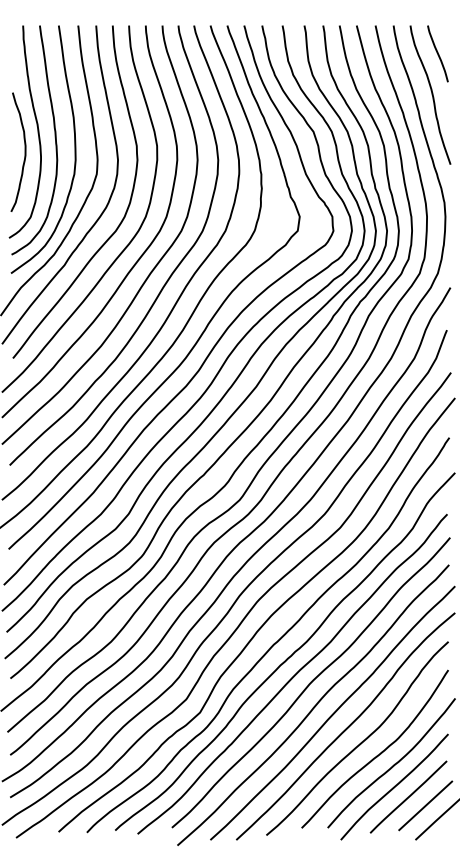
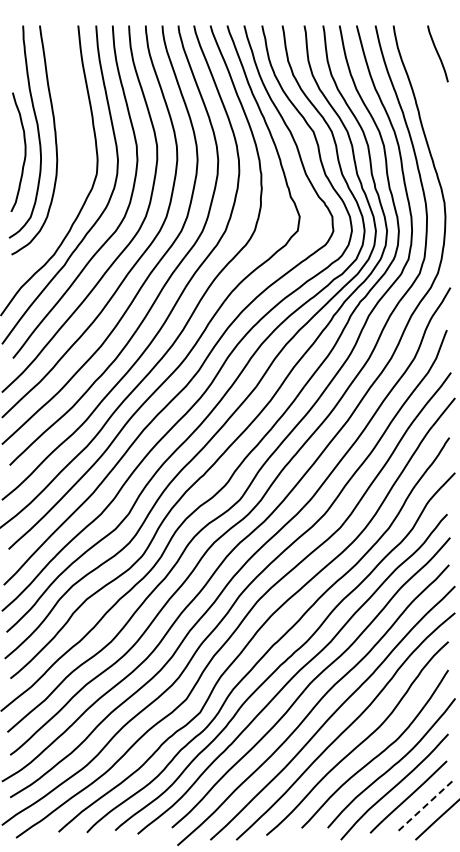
curve at (431, 94): present -> none
curve at (74, 149): present -> none
line at (425, 805): solid -> dashed
